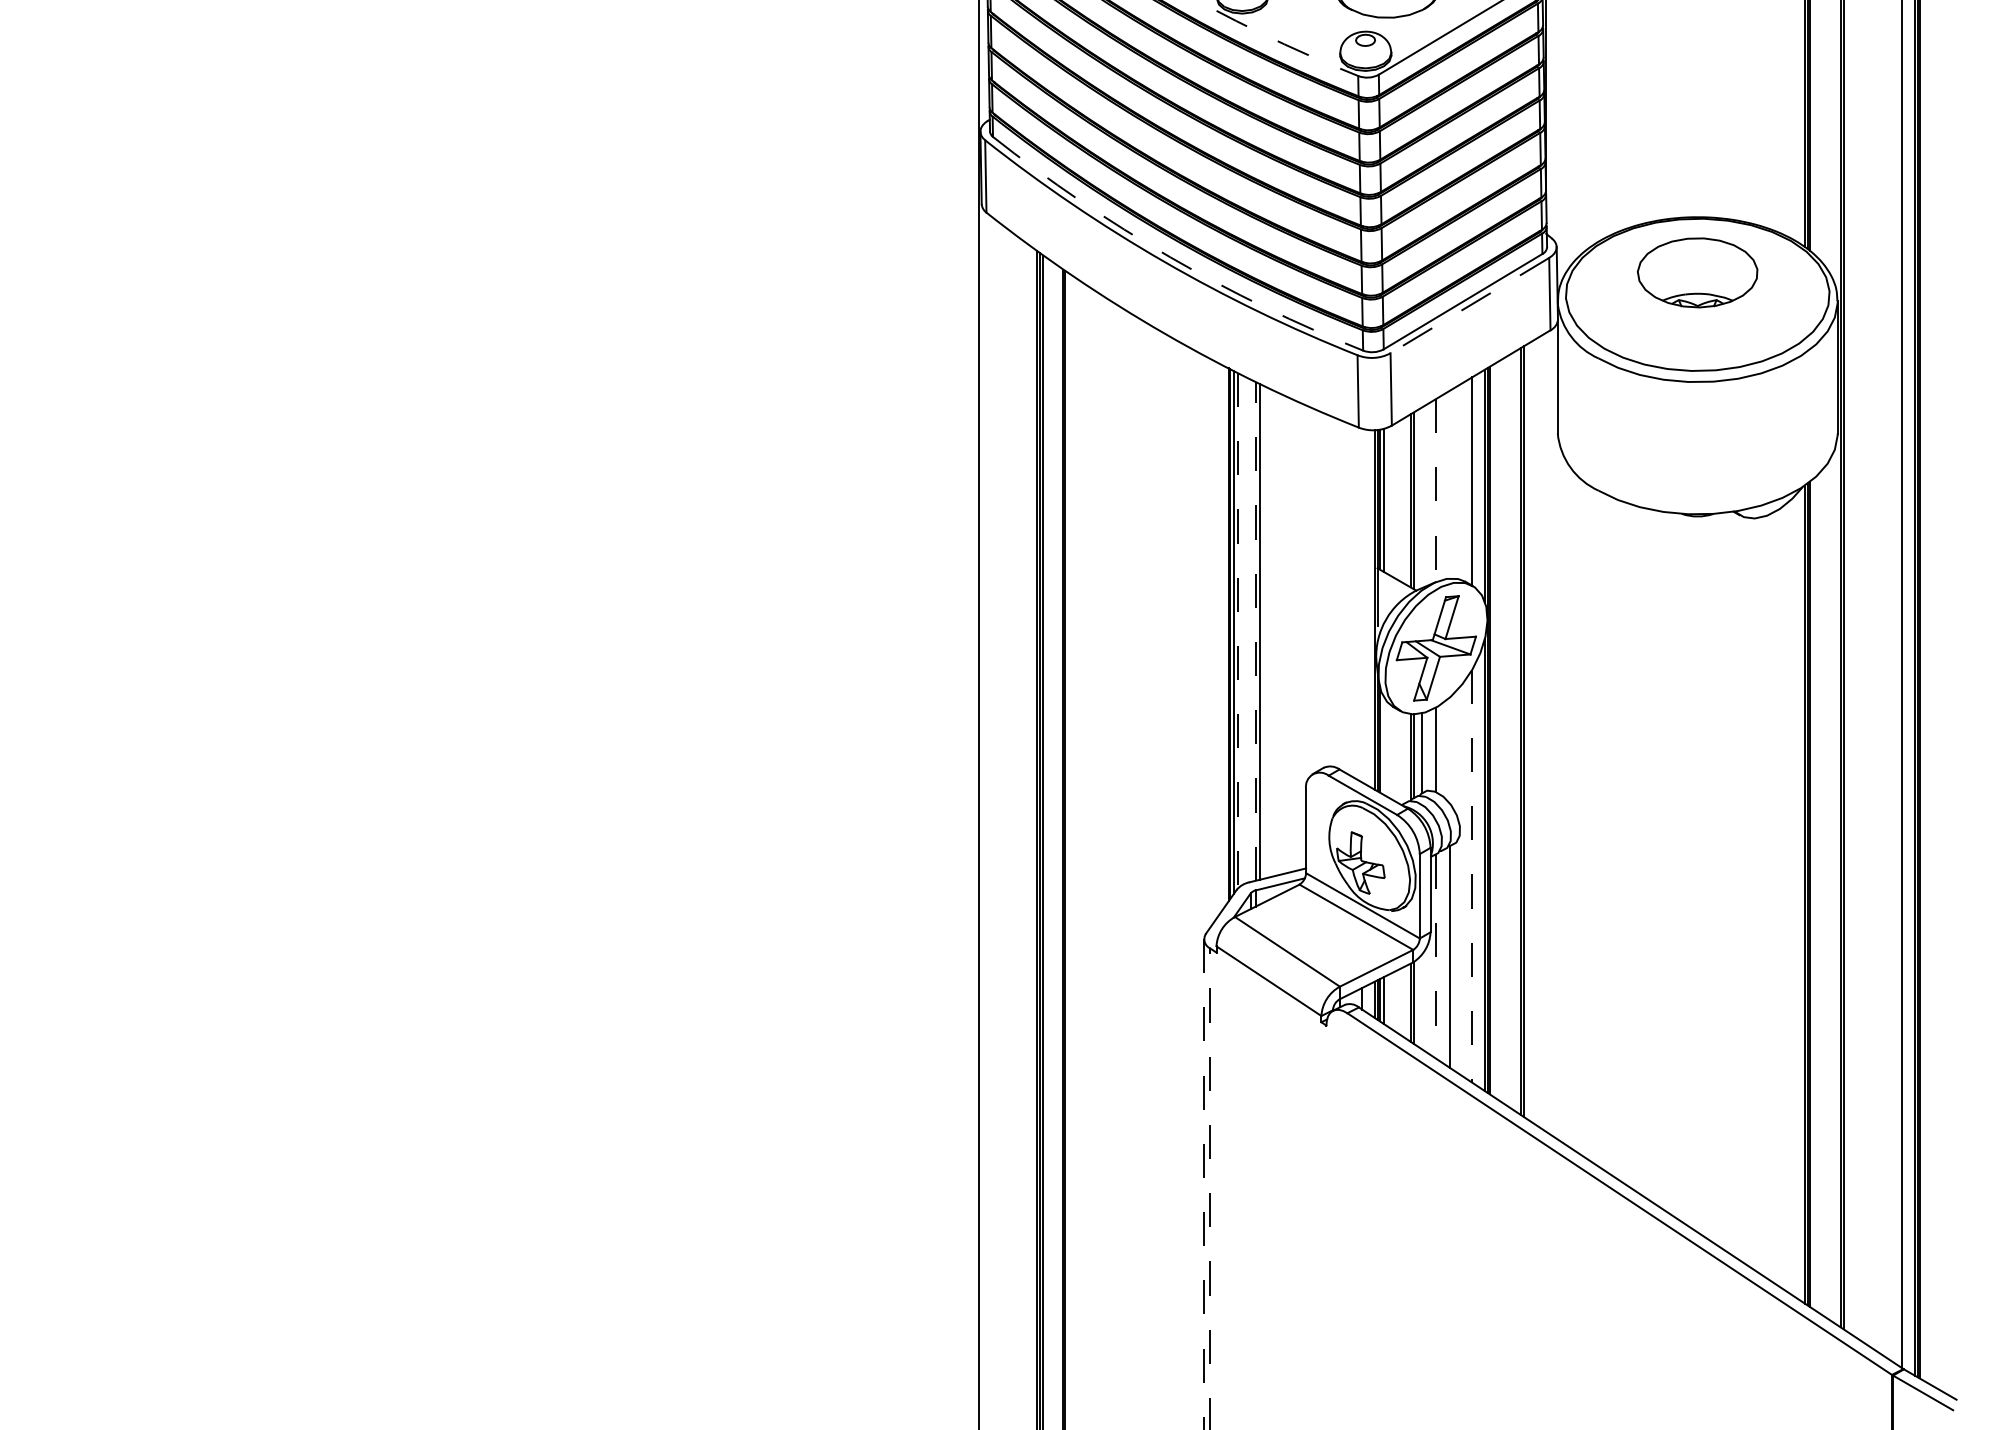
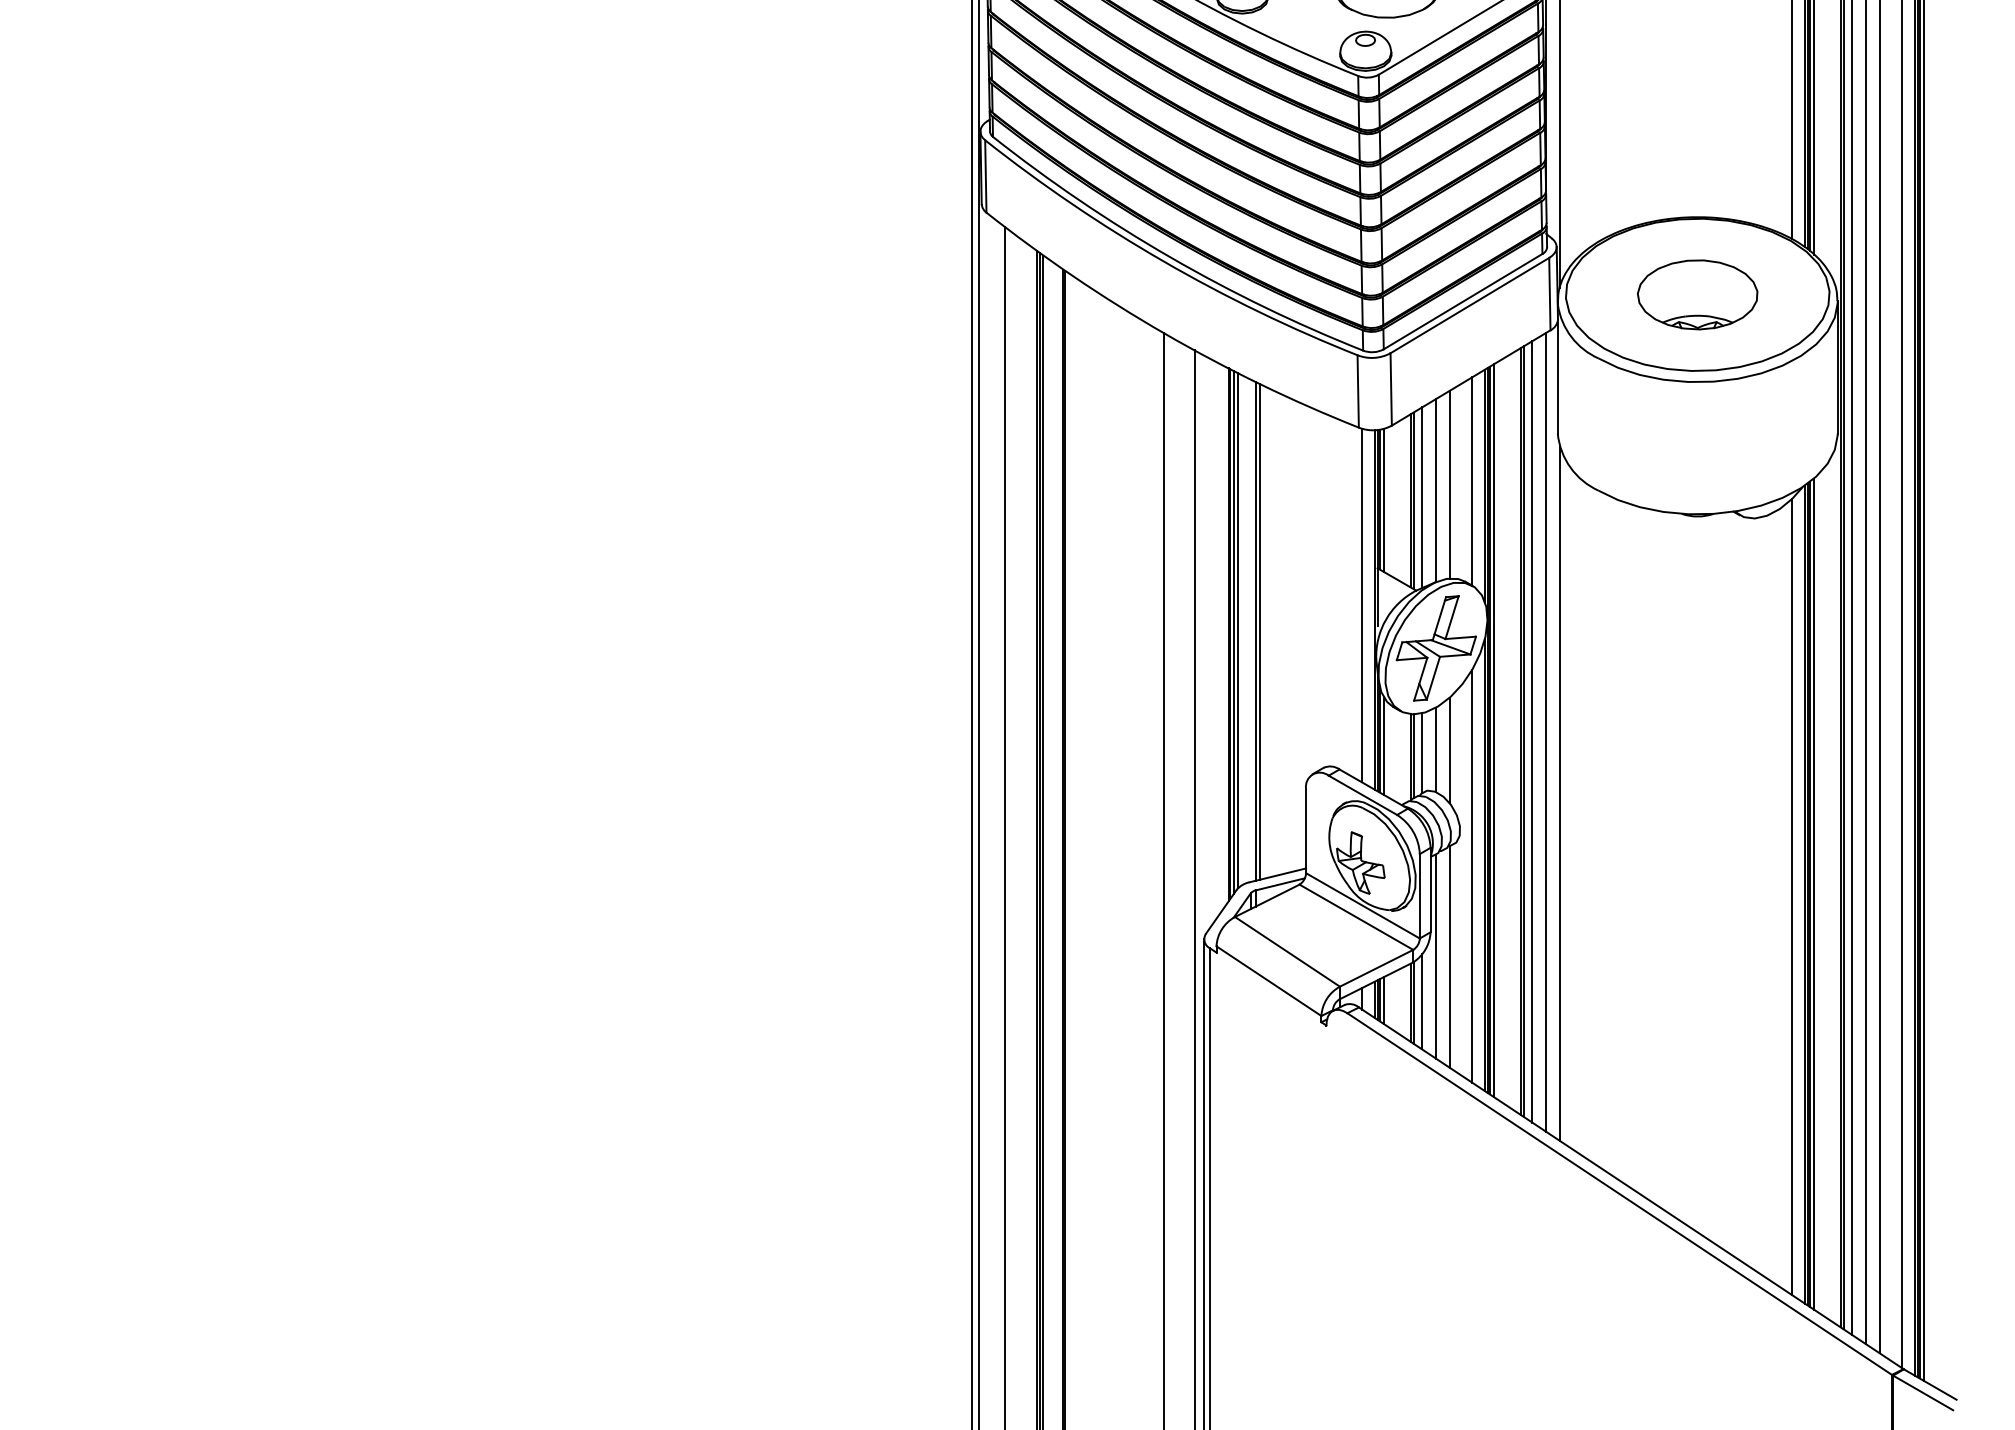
arc at (1276, 40): dashed -> solid
line at (1792, 120): none -> present
line at (1814, 128): none -> present
line at (1559, 145): none -> present
arc at (1170, 257): dashed -> solid
part at (1697, 272) position: (1697, 272) -> (1697, 294)
line at (1469, 305): dashed -> solid
line at (1449, 484): none -> present
line at (1436, 491): dashed -> solid
line at (1422, 497): none -> present
line at (1362, 605): none -> present
line at (1238, 630): dashed -> solid
line at (1255, 631): dashed -> solid
line at (1852, 668): none -> present
line at (1866, 673): none -> present
line at (1879, 677): none -> present
line at (1924, 691): none -> present
line at (971, 714): none -> present
line at (1494, 730): none -> present
line at (1532, 731): none -> present
line at (1546, 731): none -> present
line at (1384, 746): none -> present
line at (1449, 750): none -> present
line at (1559, 793): none -> present
line at (1004, 826): none -> present
line at (1472, 876): dashed -> solid
line at (1163, 879): none -> present
line at (1194, 888): none -> present
line at (1814, 893): none -> present
line at (1792, 896): none -> present
line at (1436, 956): dashed -> solid
line at (1422, 1001): none -> present
line at (1204, 1184): dashed -> solid
line at (1210, 1188): dashed -> solid
